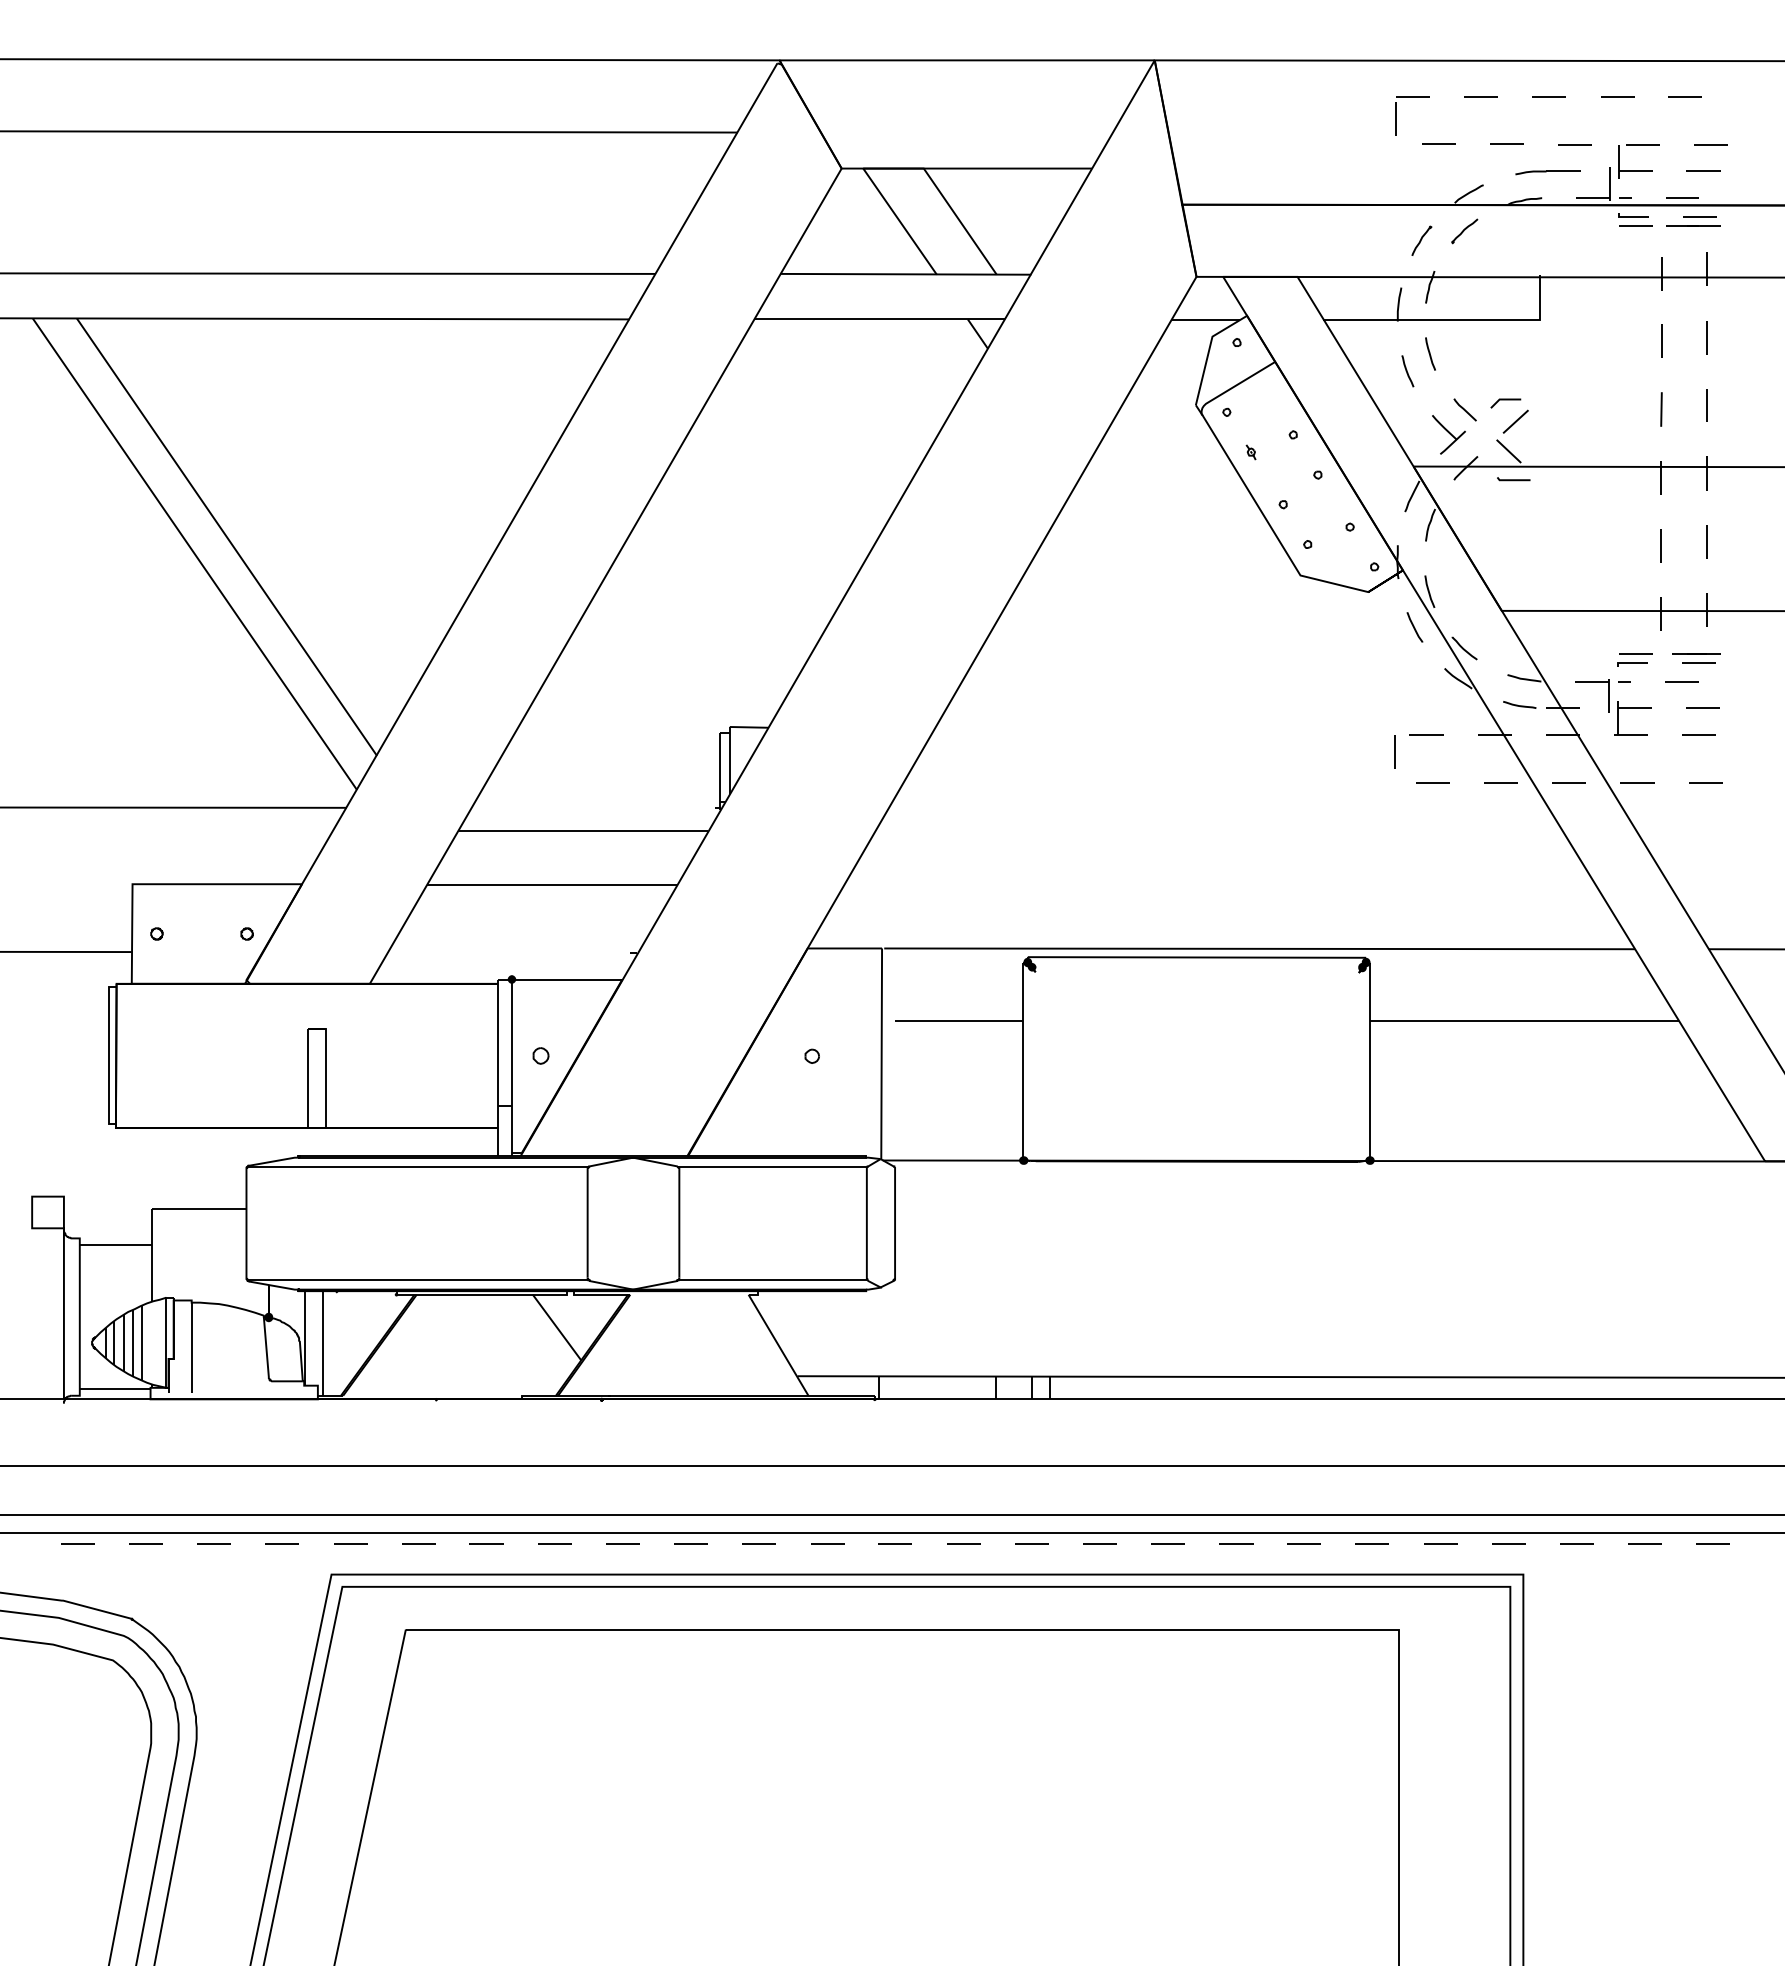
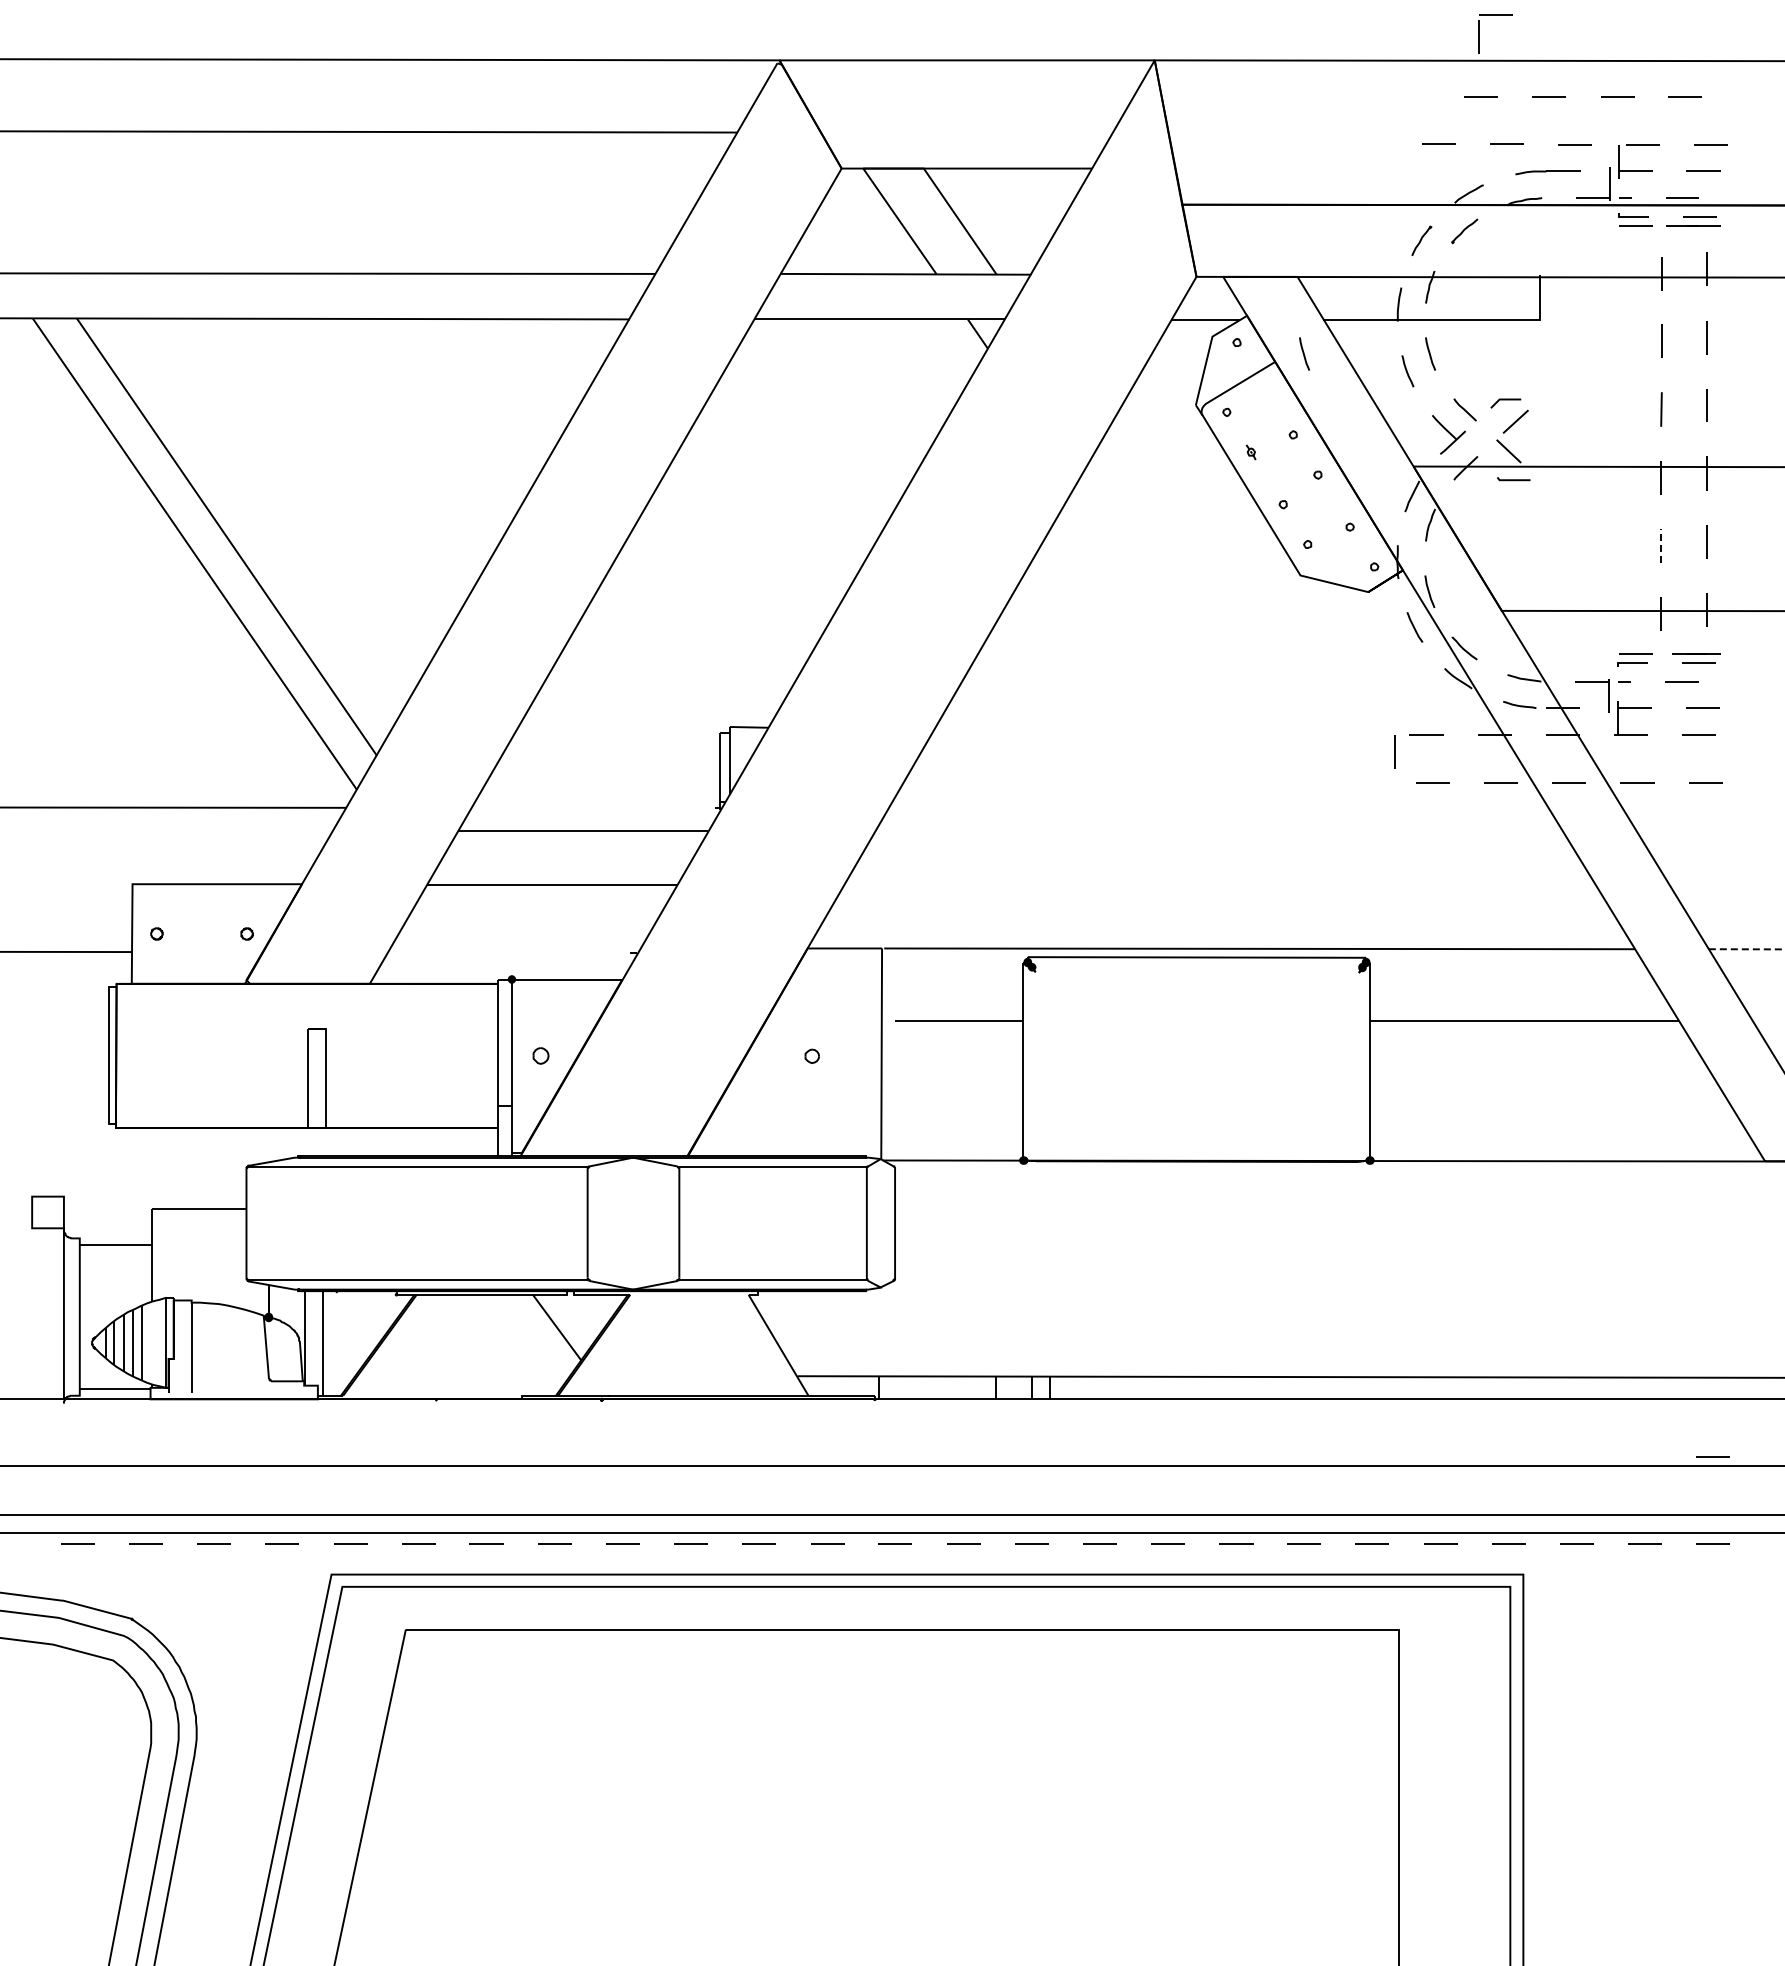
part at (1396, 115) position: (1396, 115) -> (1479, 33)
line at (1304, 353): none -> present
line at (1661, 545): solid -> dashed
line at (1746, 949): solid -> dashed
line at (1712, 1456): none -> present
